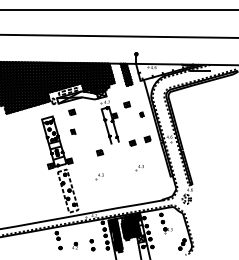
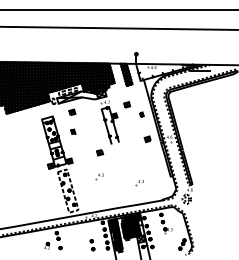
line at (118, 35) position: (118, 35) -> (118, 27)
part at (132, 142): present -> none
part at (139, 168) position: (139, 168) -> (139, 183)
part at (74, 245) position: (74, 245) -> (46, 245)
